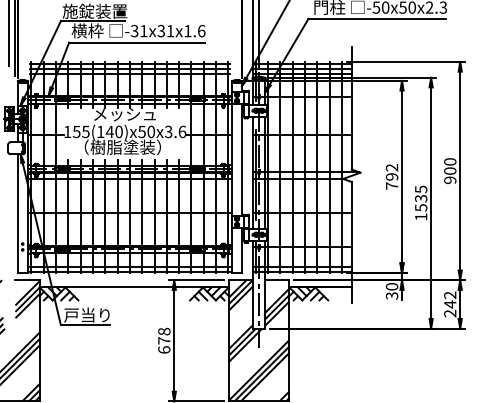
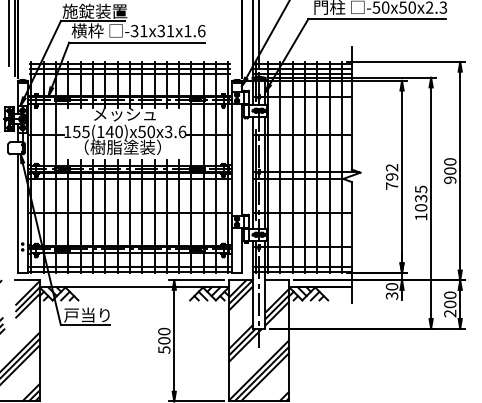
text at (421, 207): 1535 -> 1035
text at (450, 299): 242 -> 200
text at (164, 340): 678 -> 500
